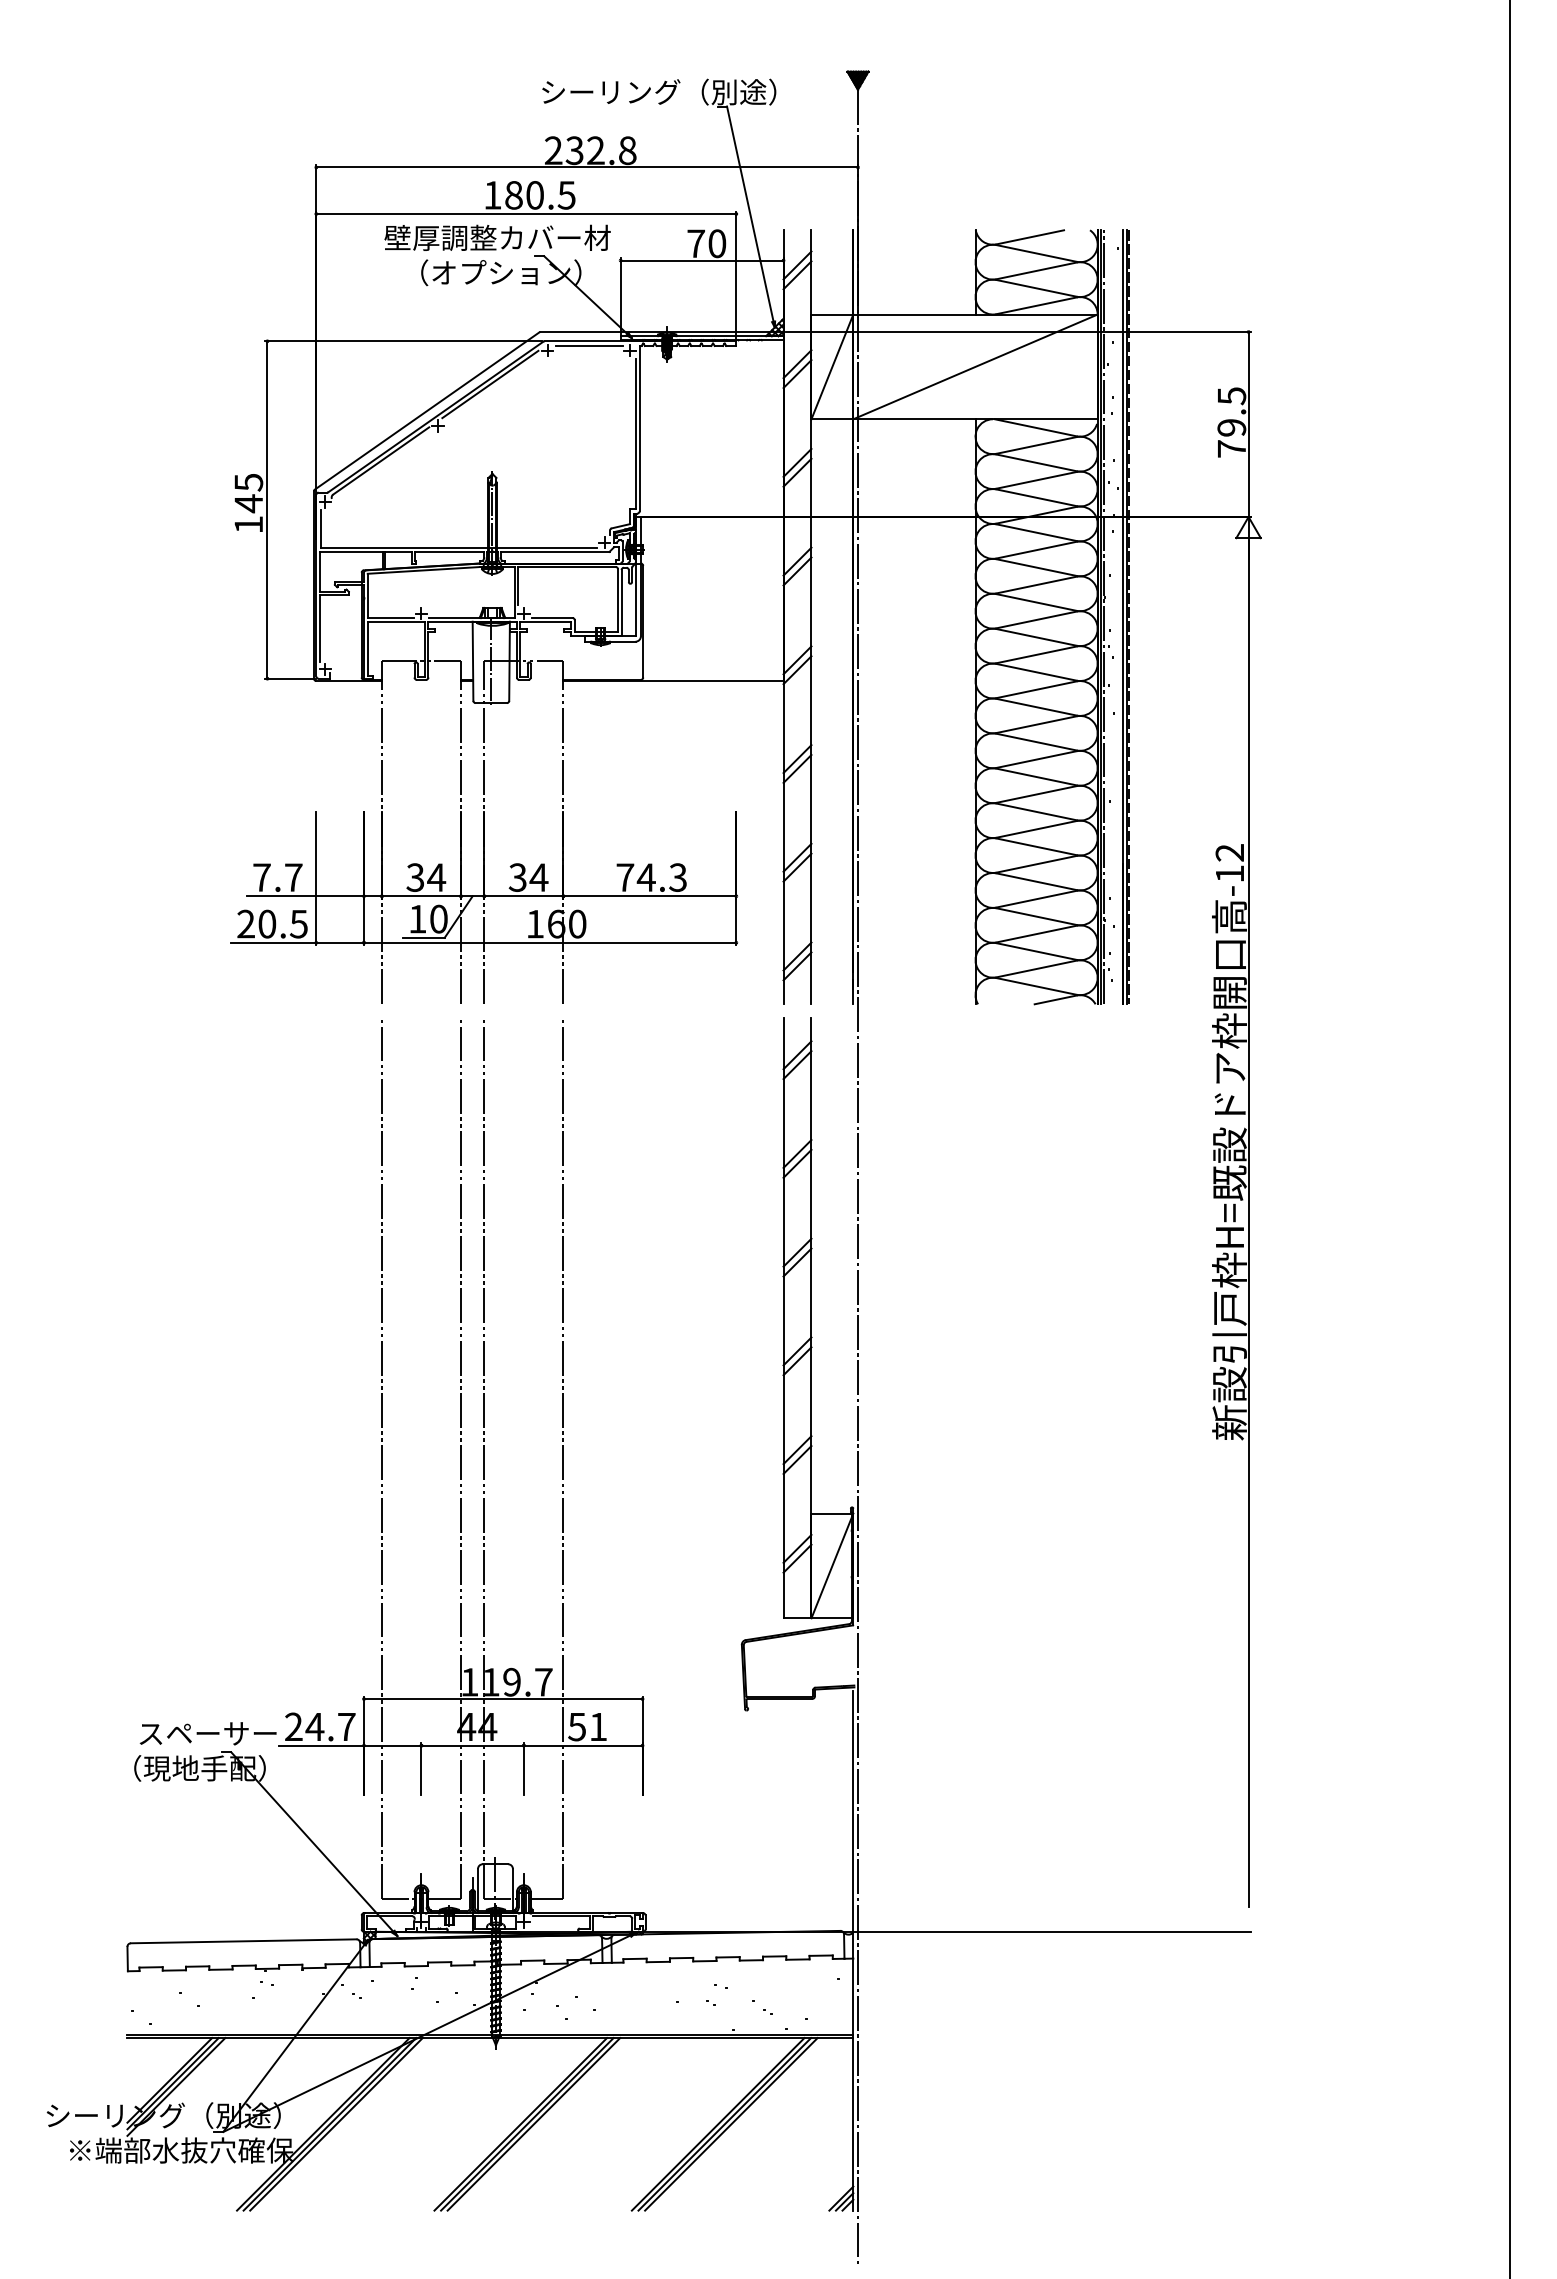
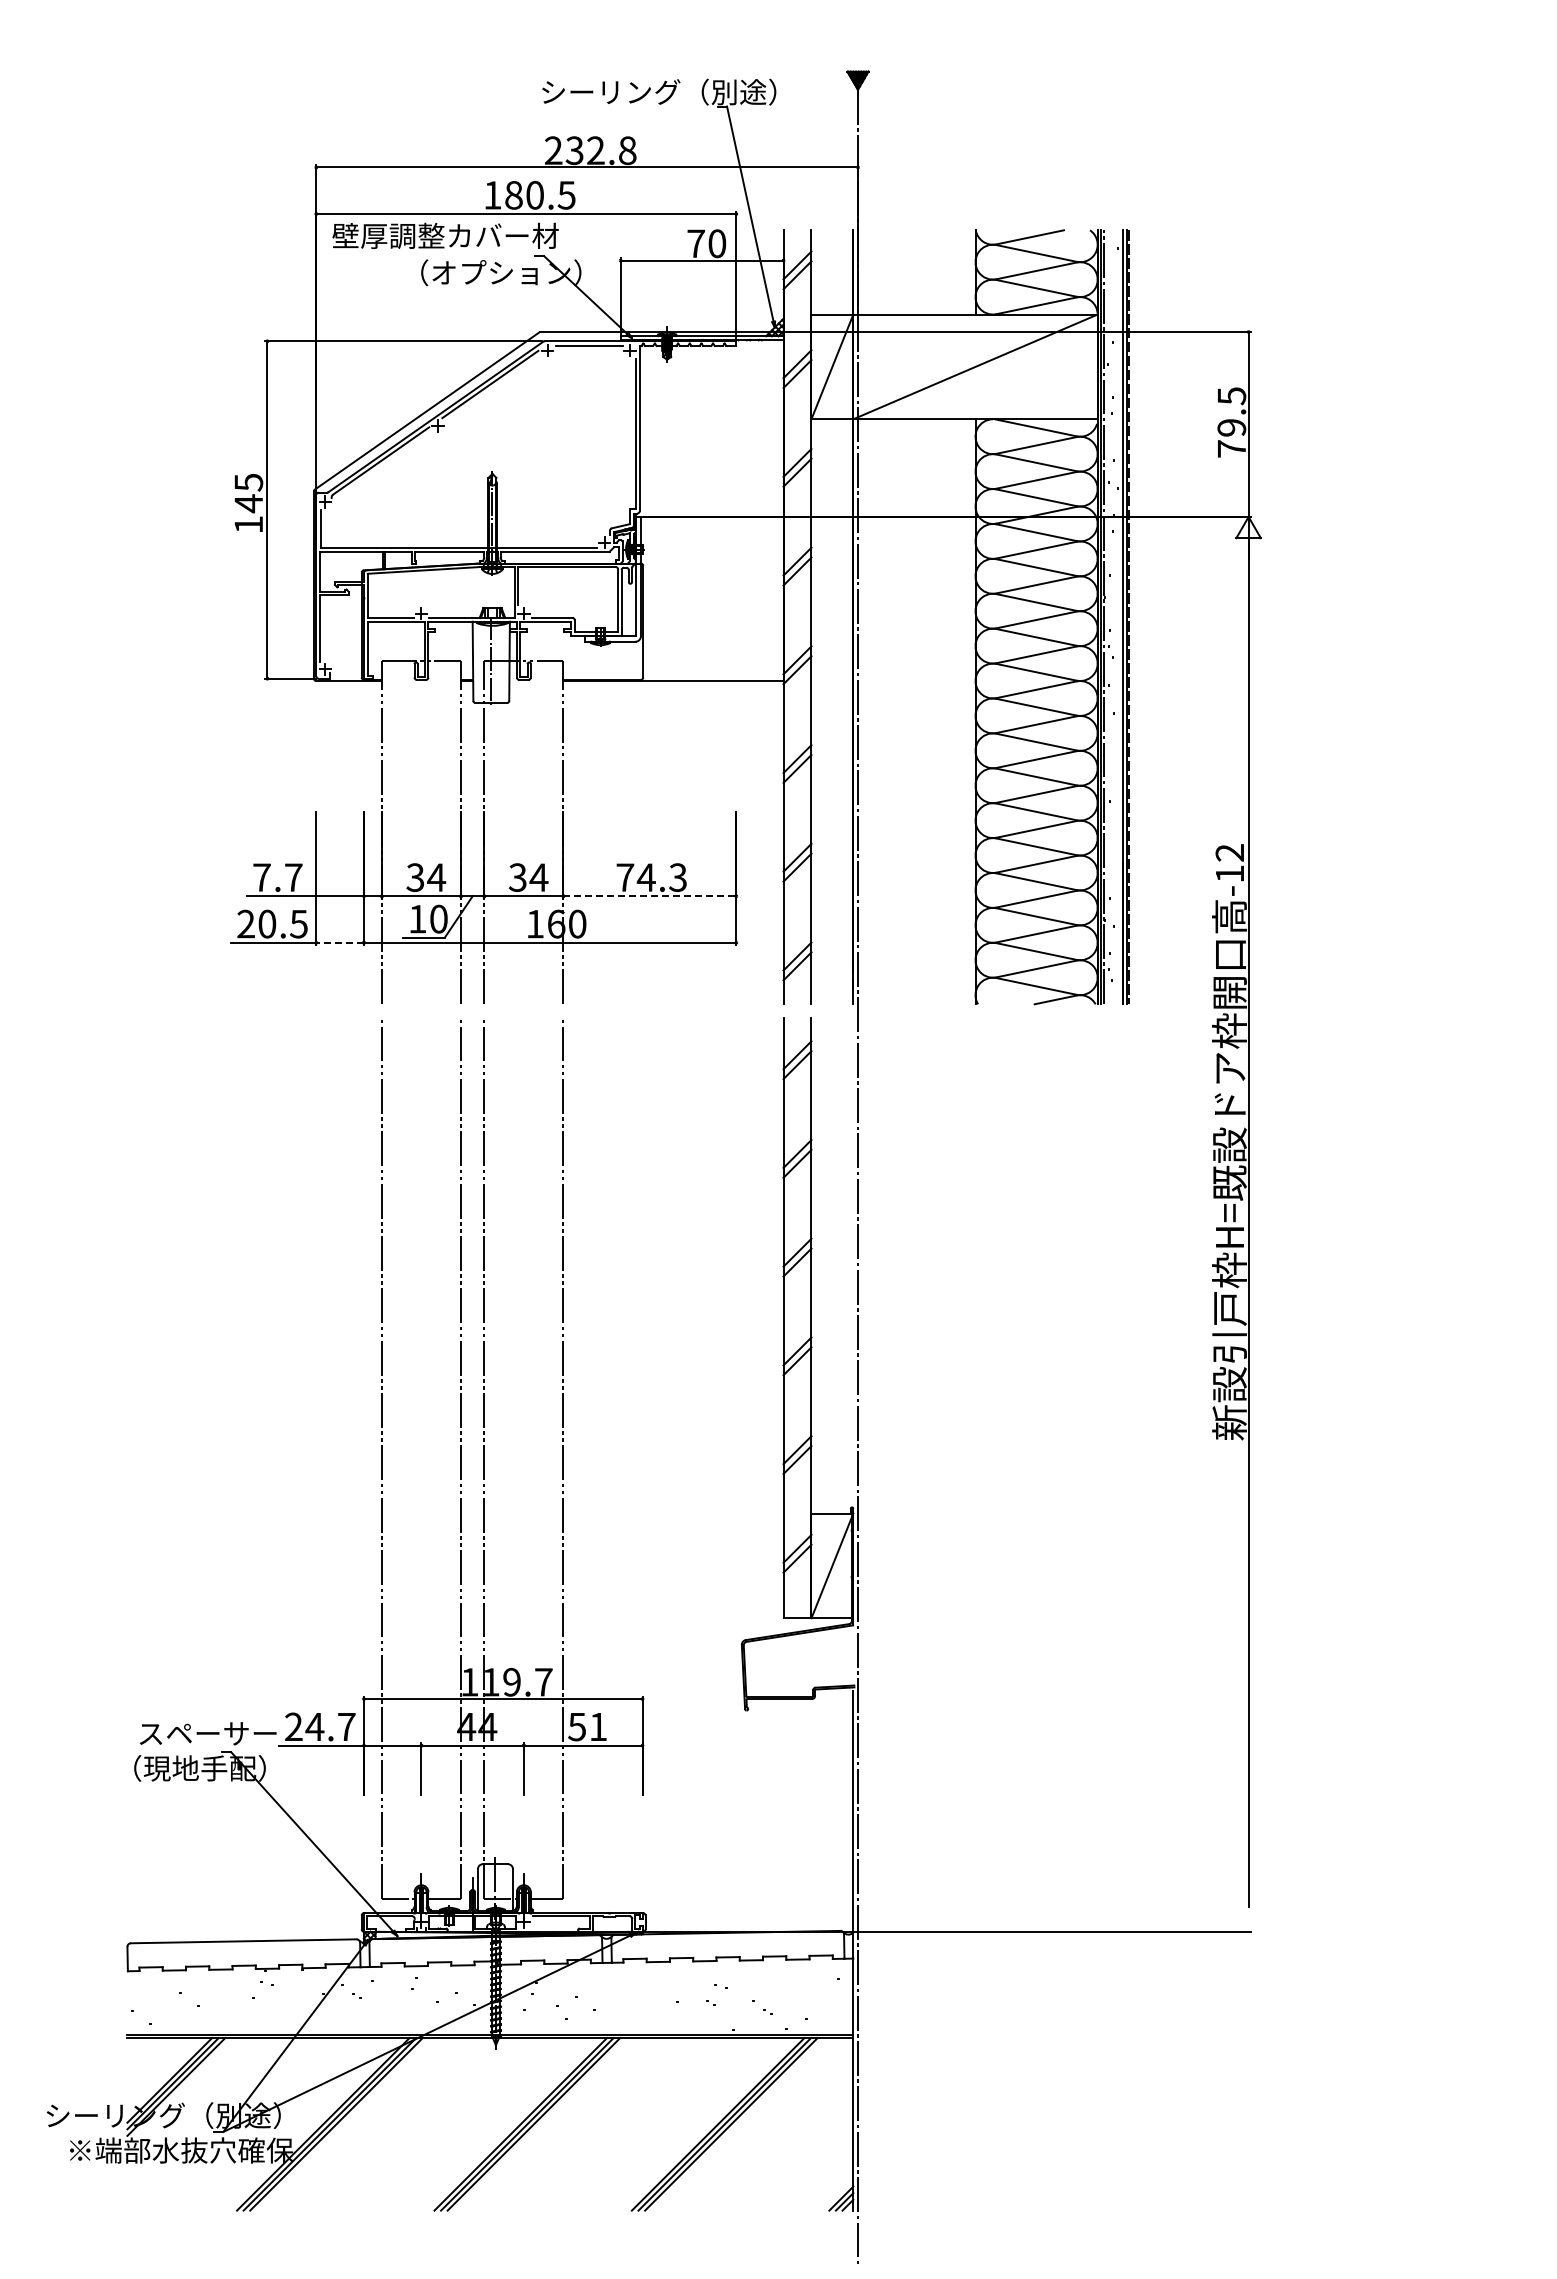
text at (497, 237) position: (497, 237) -> (445, 235)
line at (650, 896): solid -> dashed
line at (340, 942): solid -> dashed
line at (1510, 1138): present -> none
